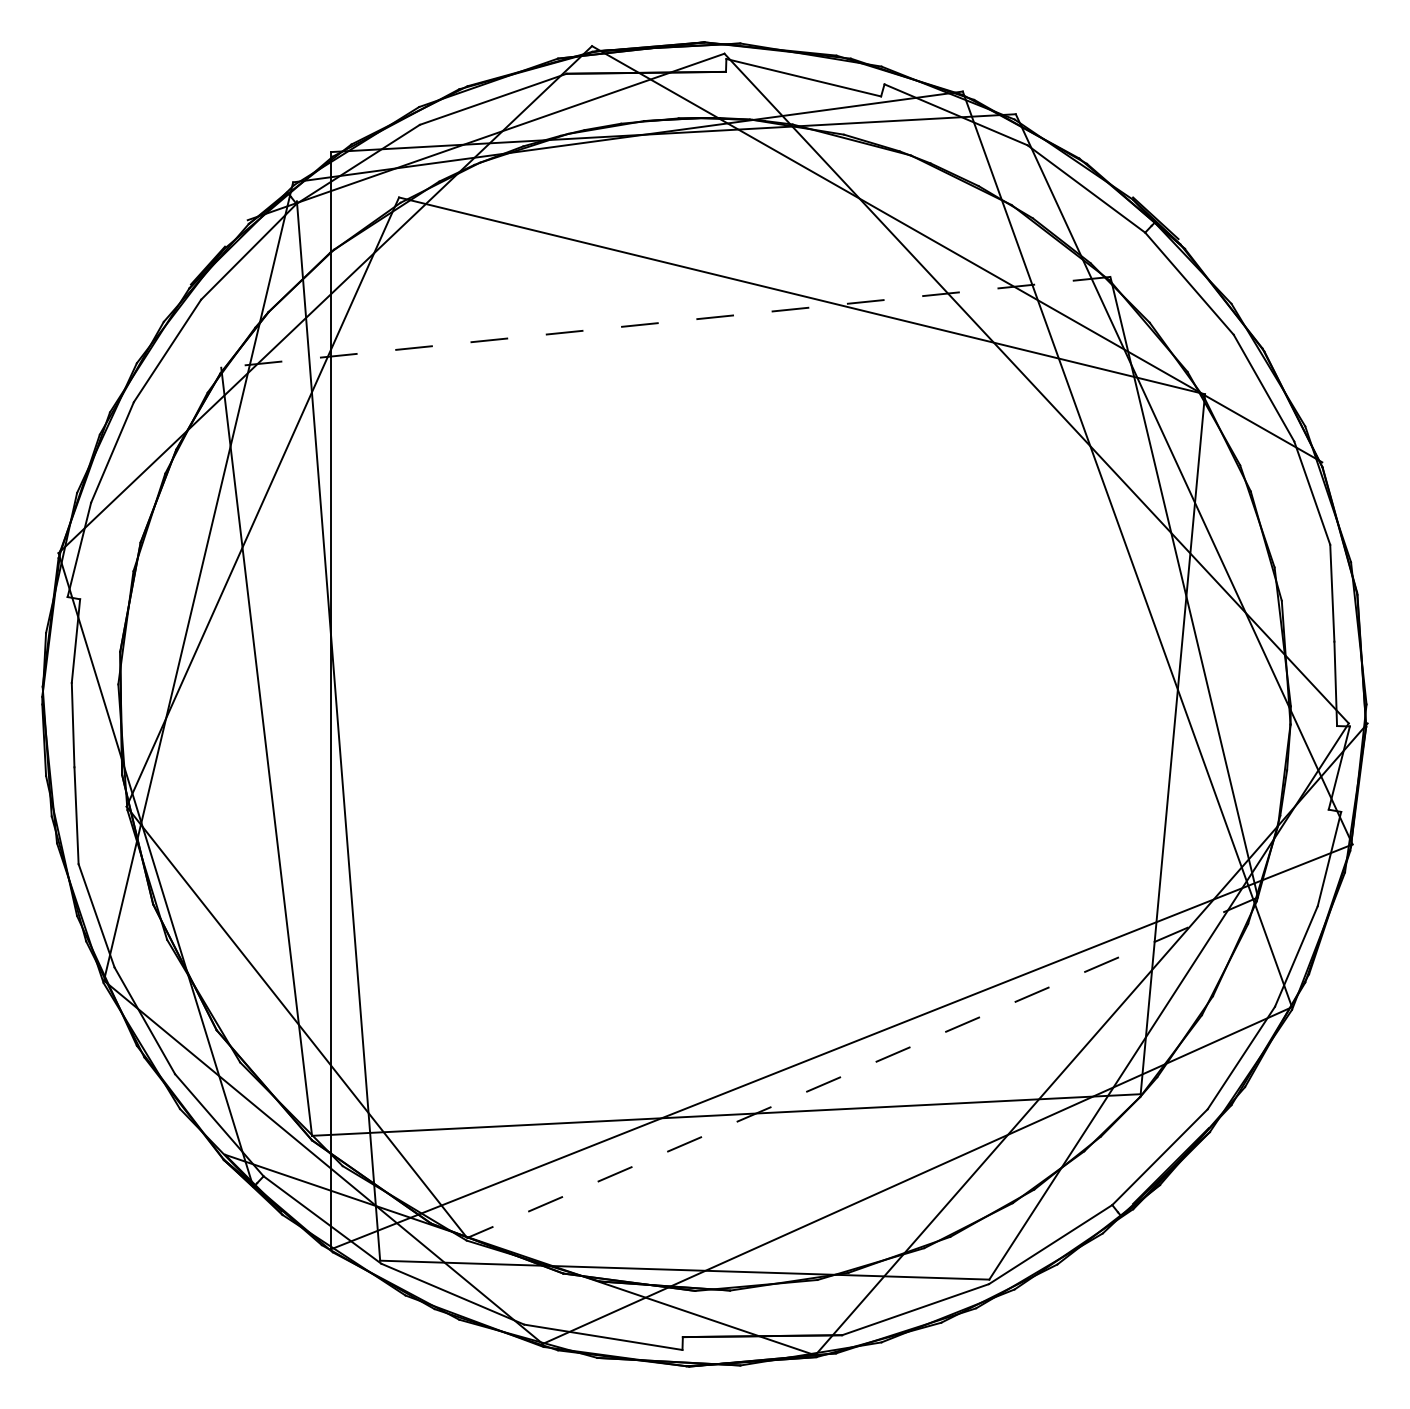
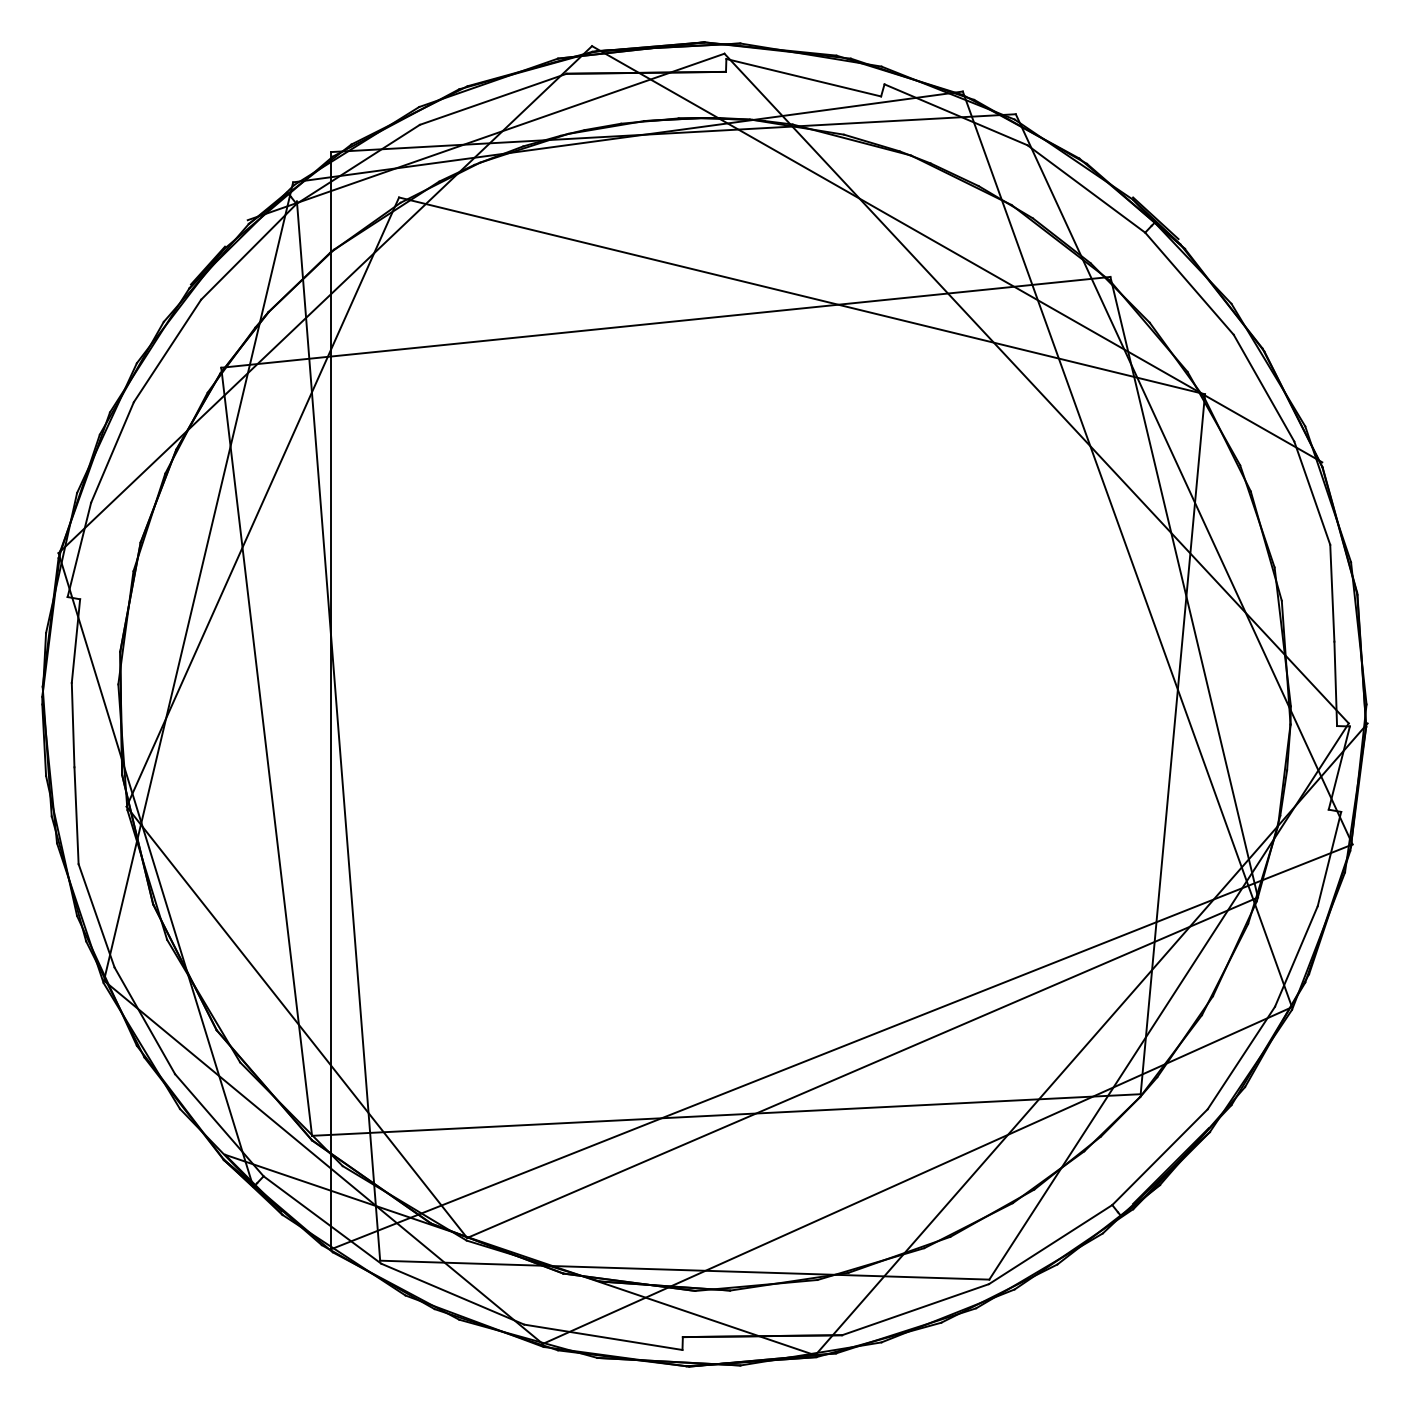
line at (665, 322): dashed -> solid
line at (862, 1067): dashed -> solid
